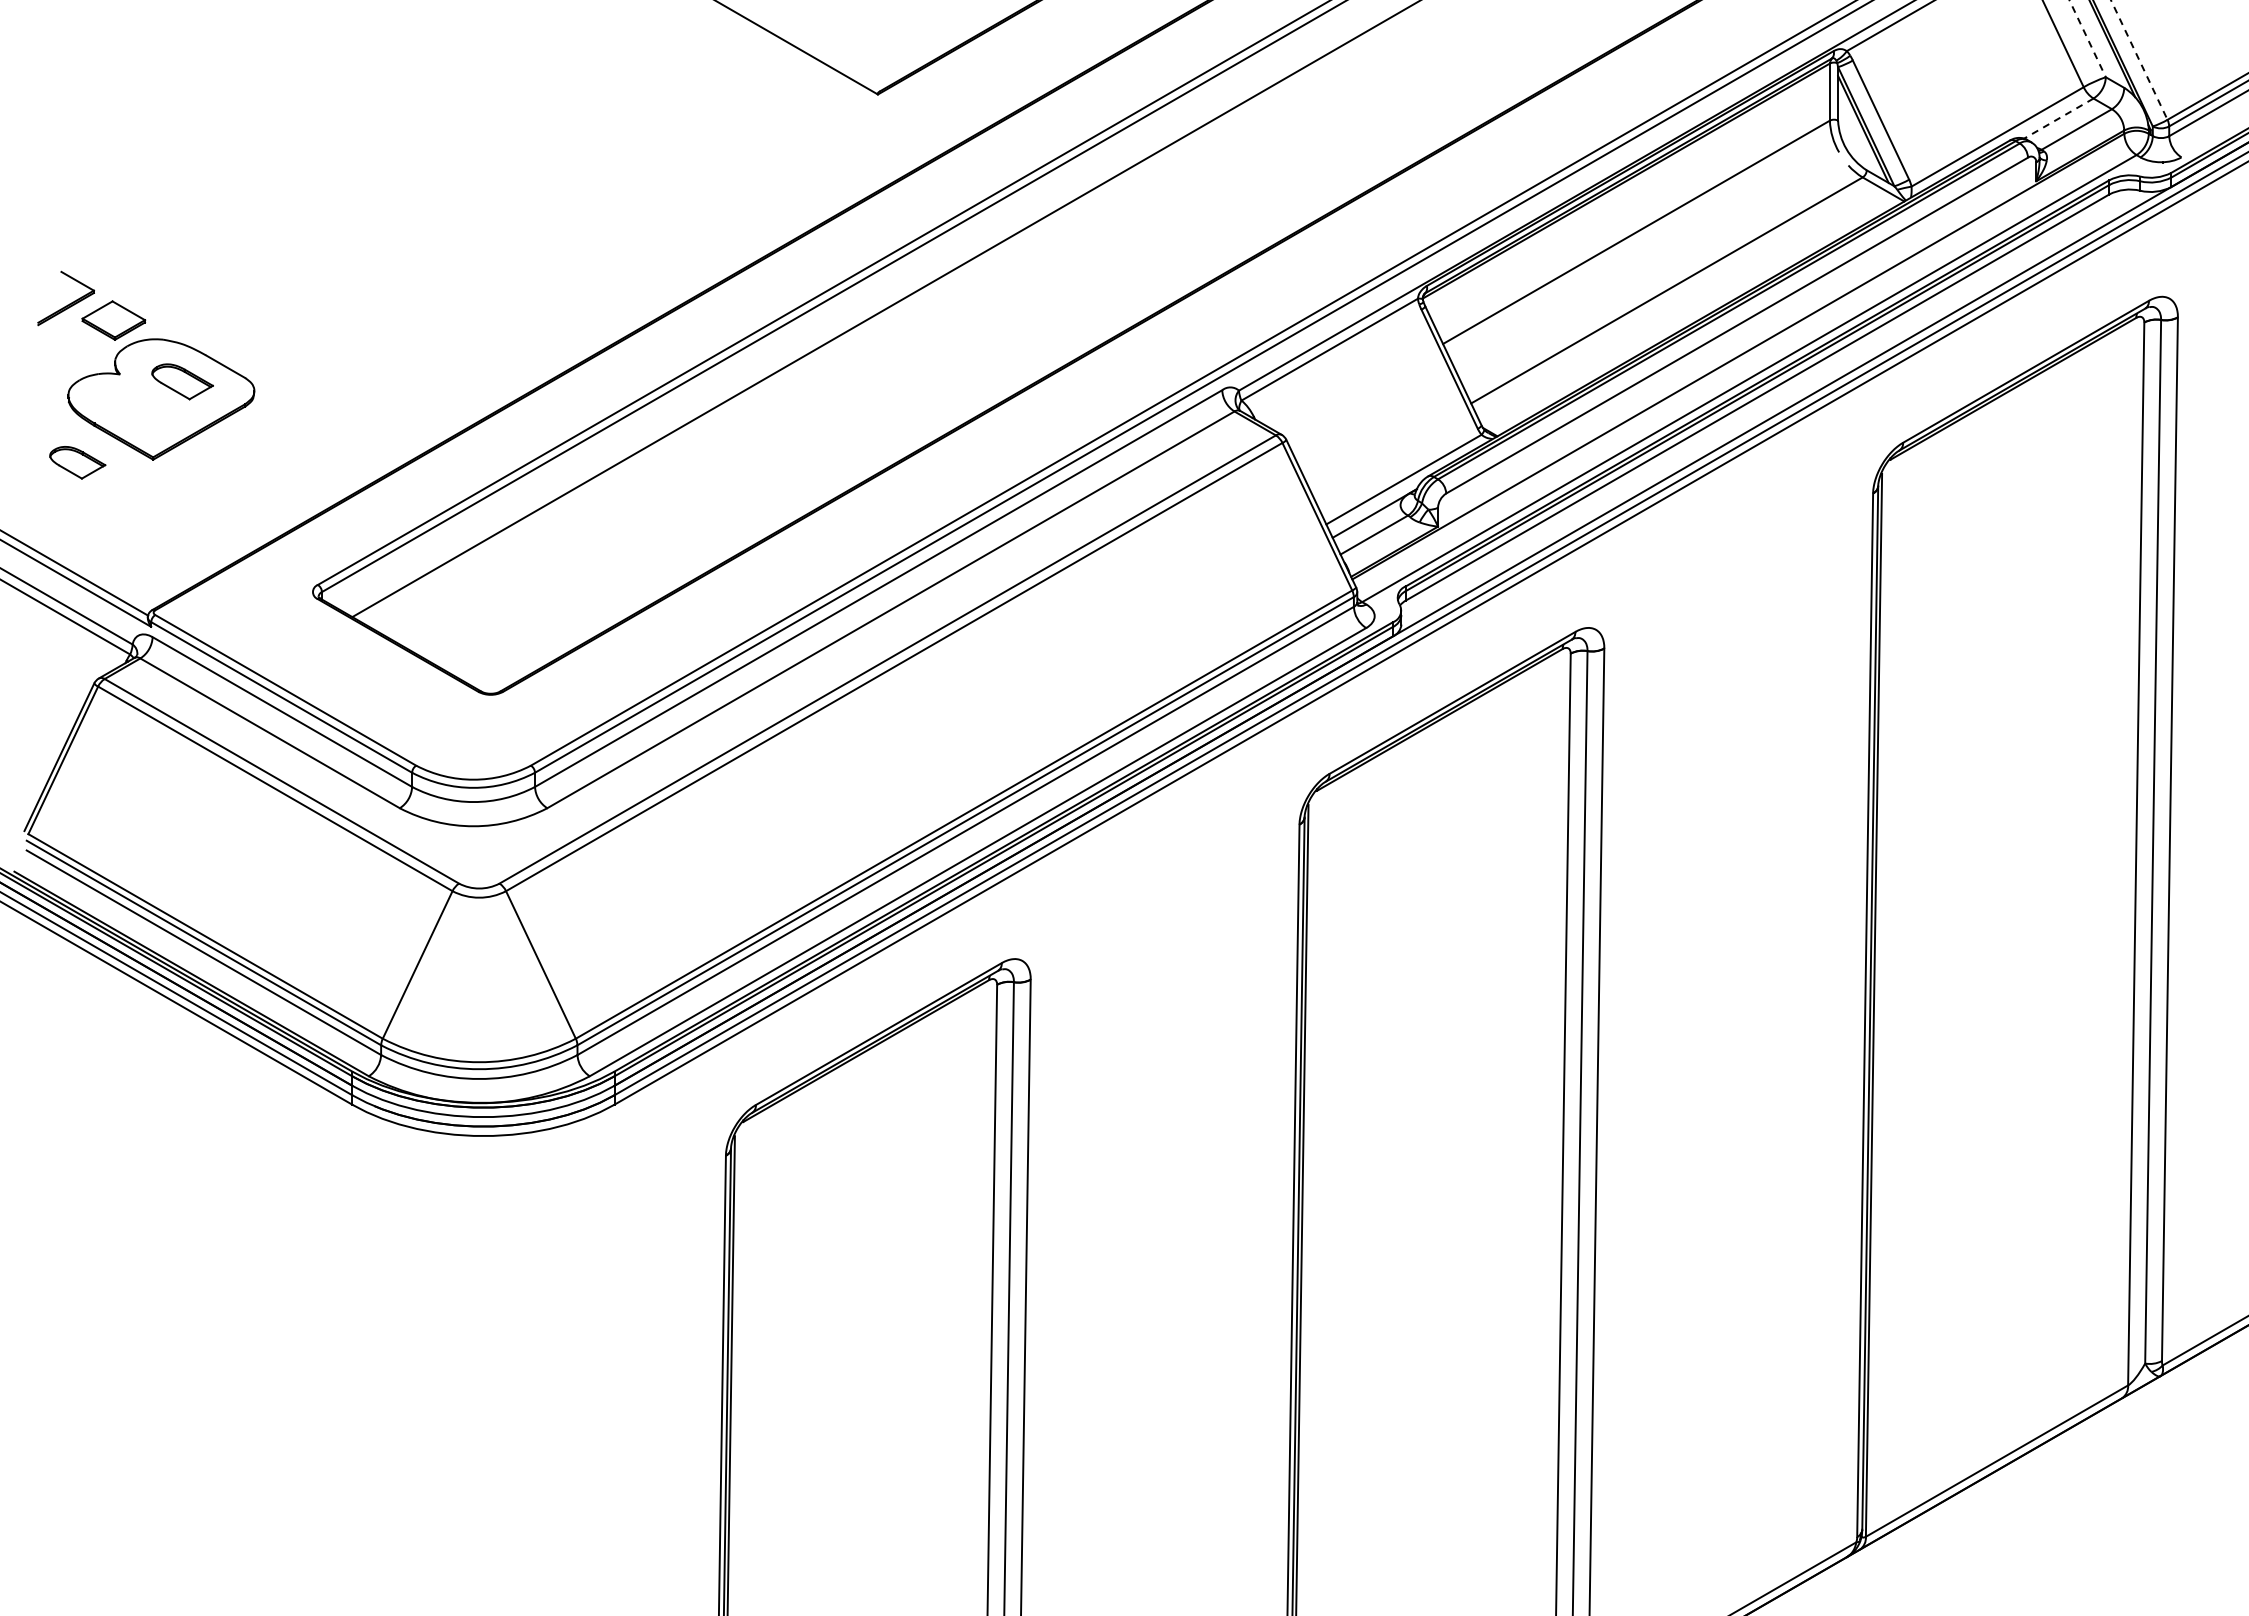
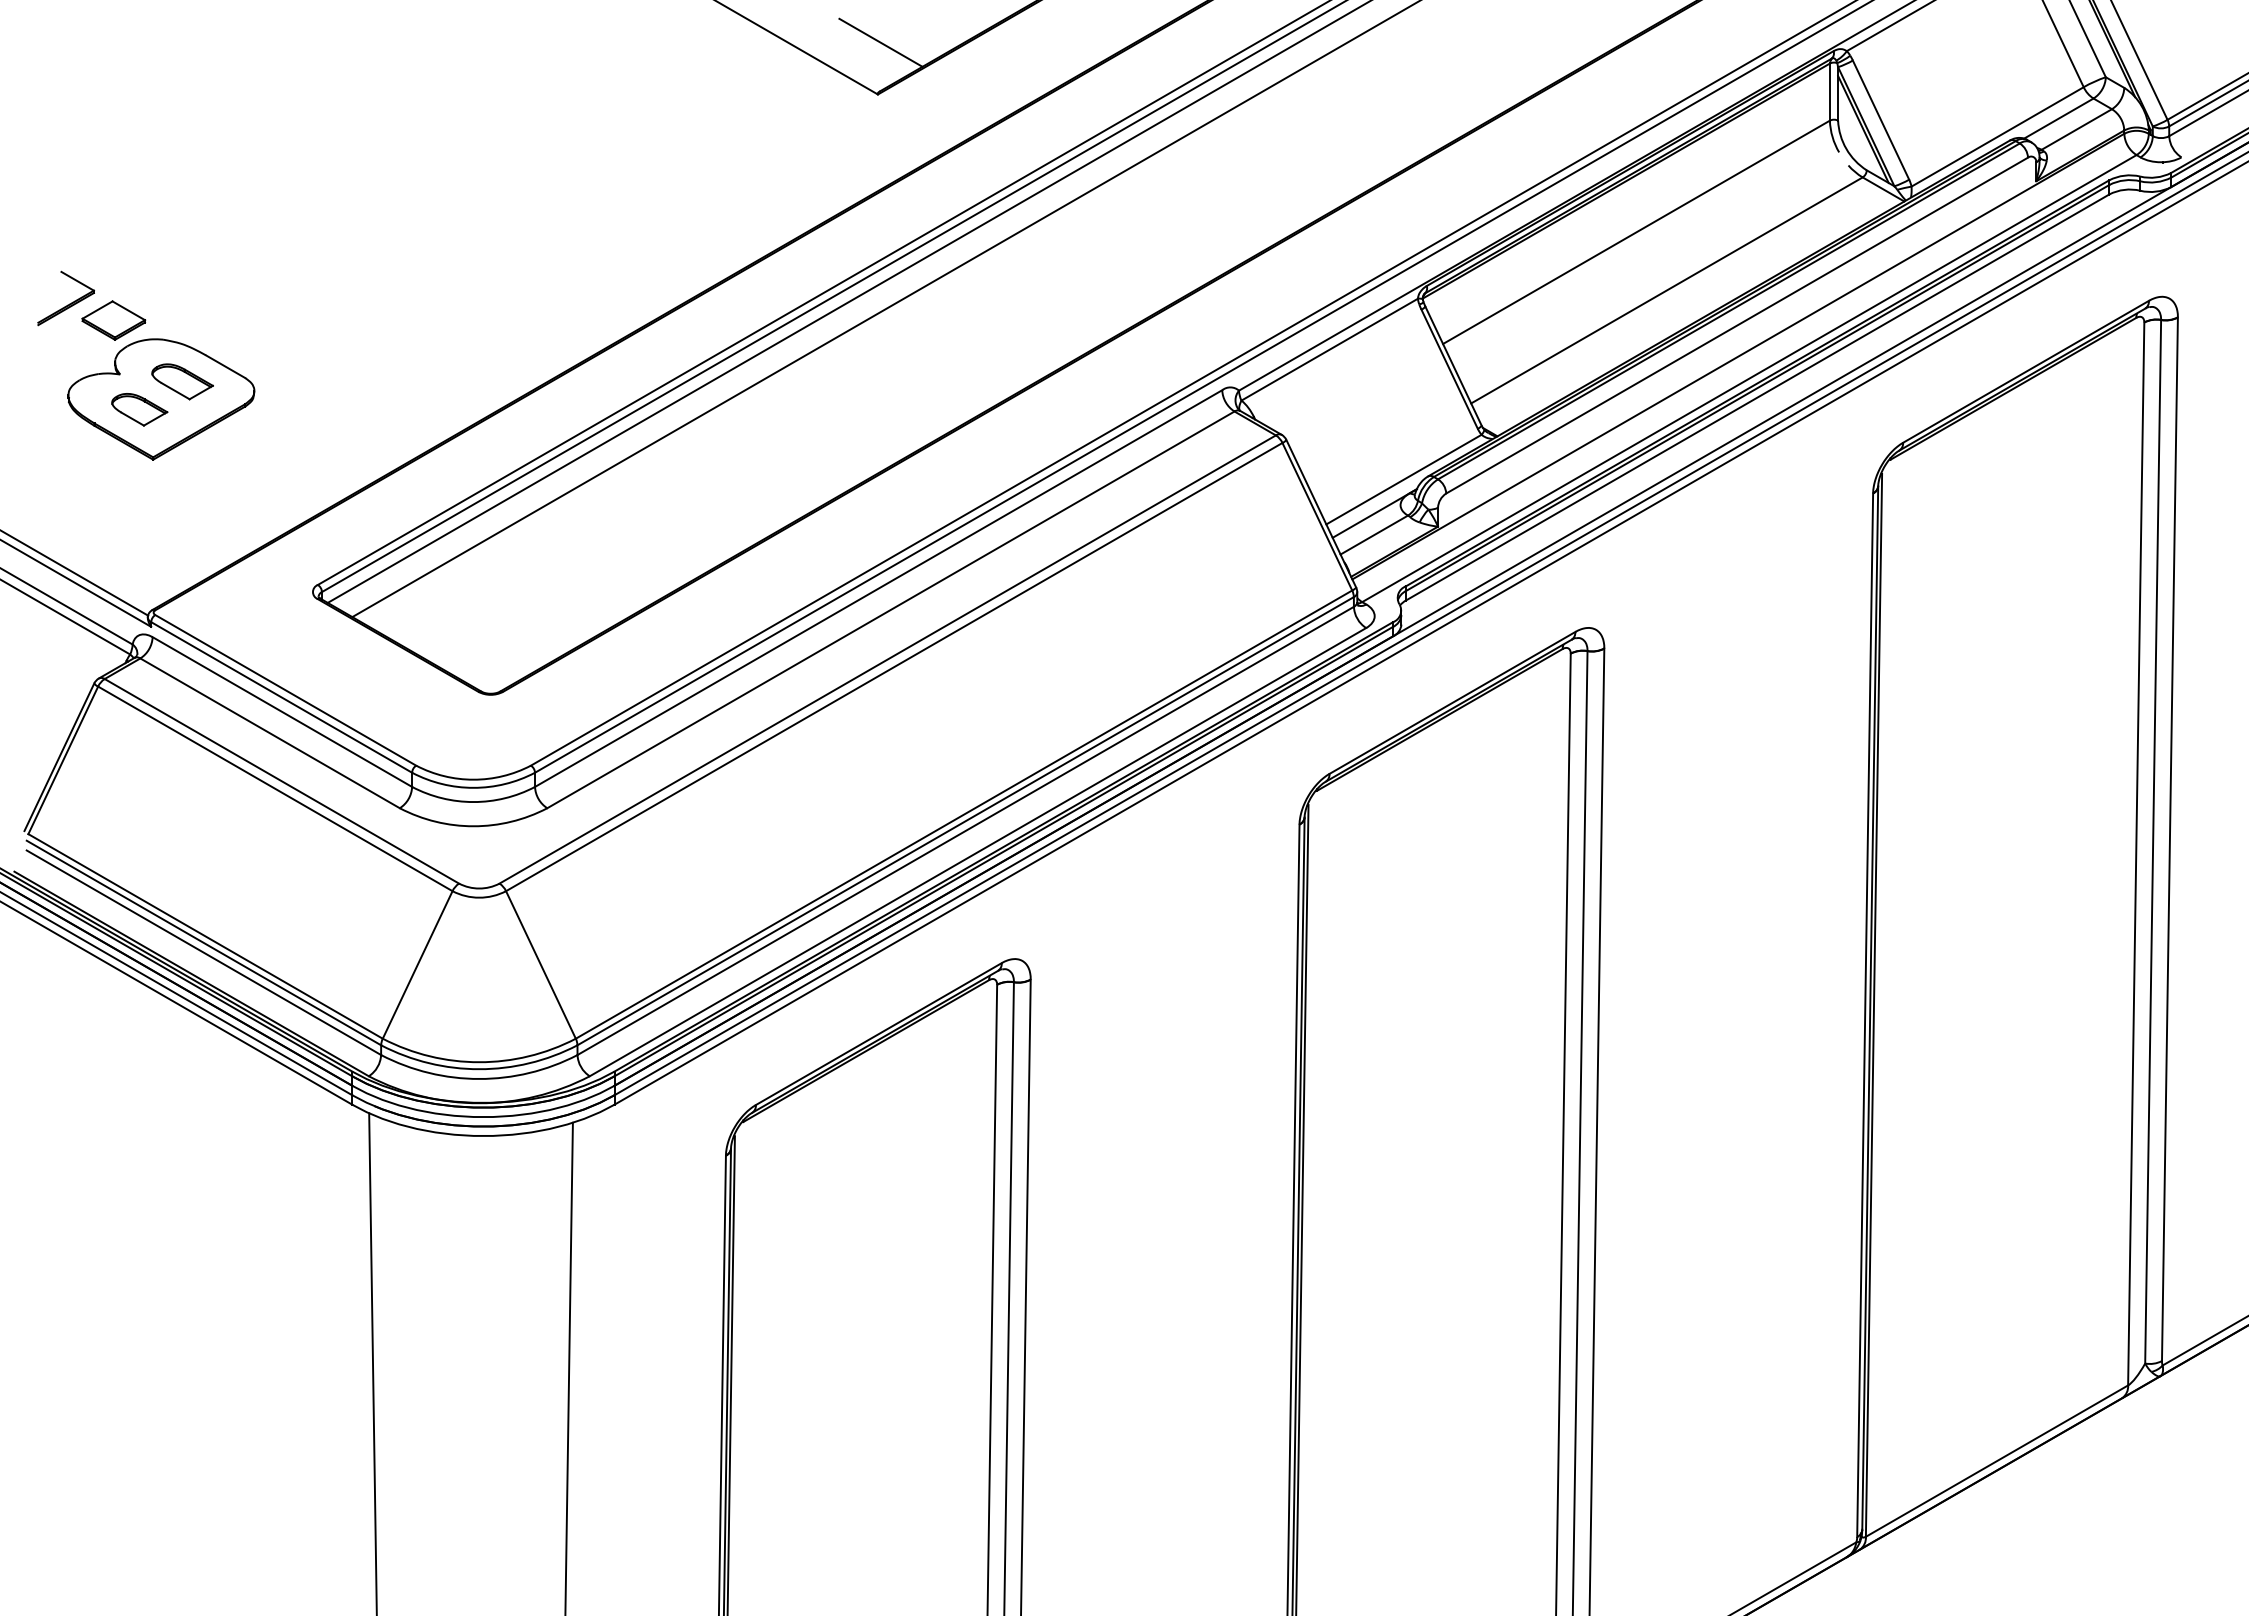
line at (2087, 39): dashed -> solid
line at (880, 42): none -> present
line at (2139, 60): dashed -> solid
line at (2058, 118): dashed -> solid
line at (847, 302): none -> present
part at (77, 462) position: (77, 462) -> (139, 409)
line at (372, 1362): none -> present
line at (568, 1367): none -> present
